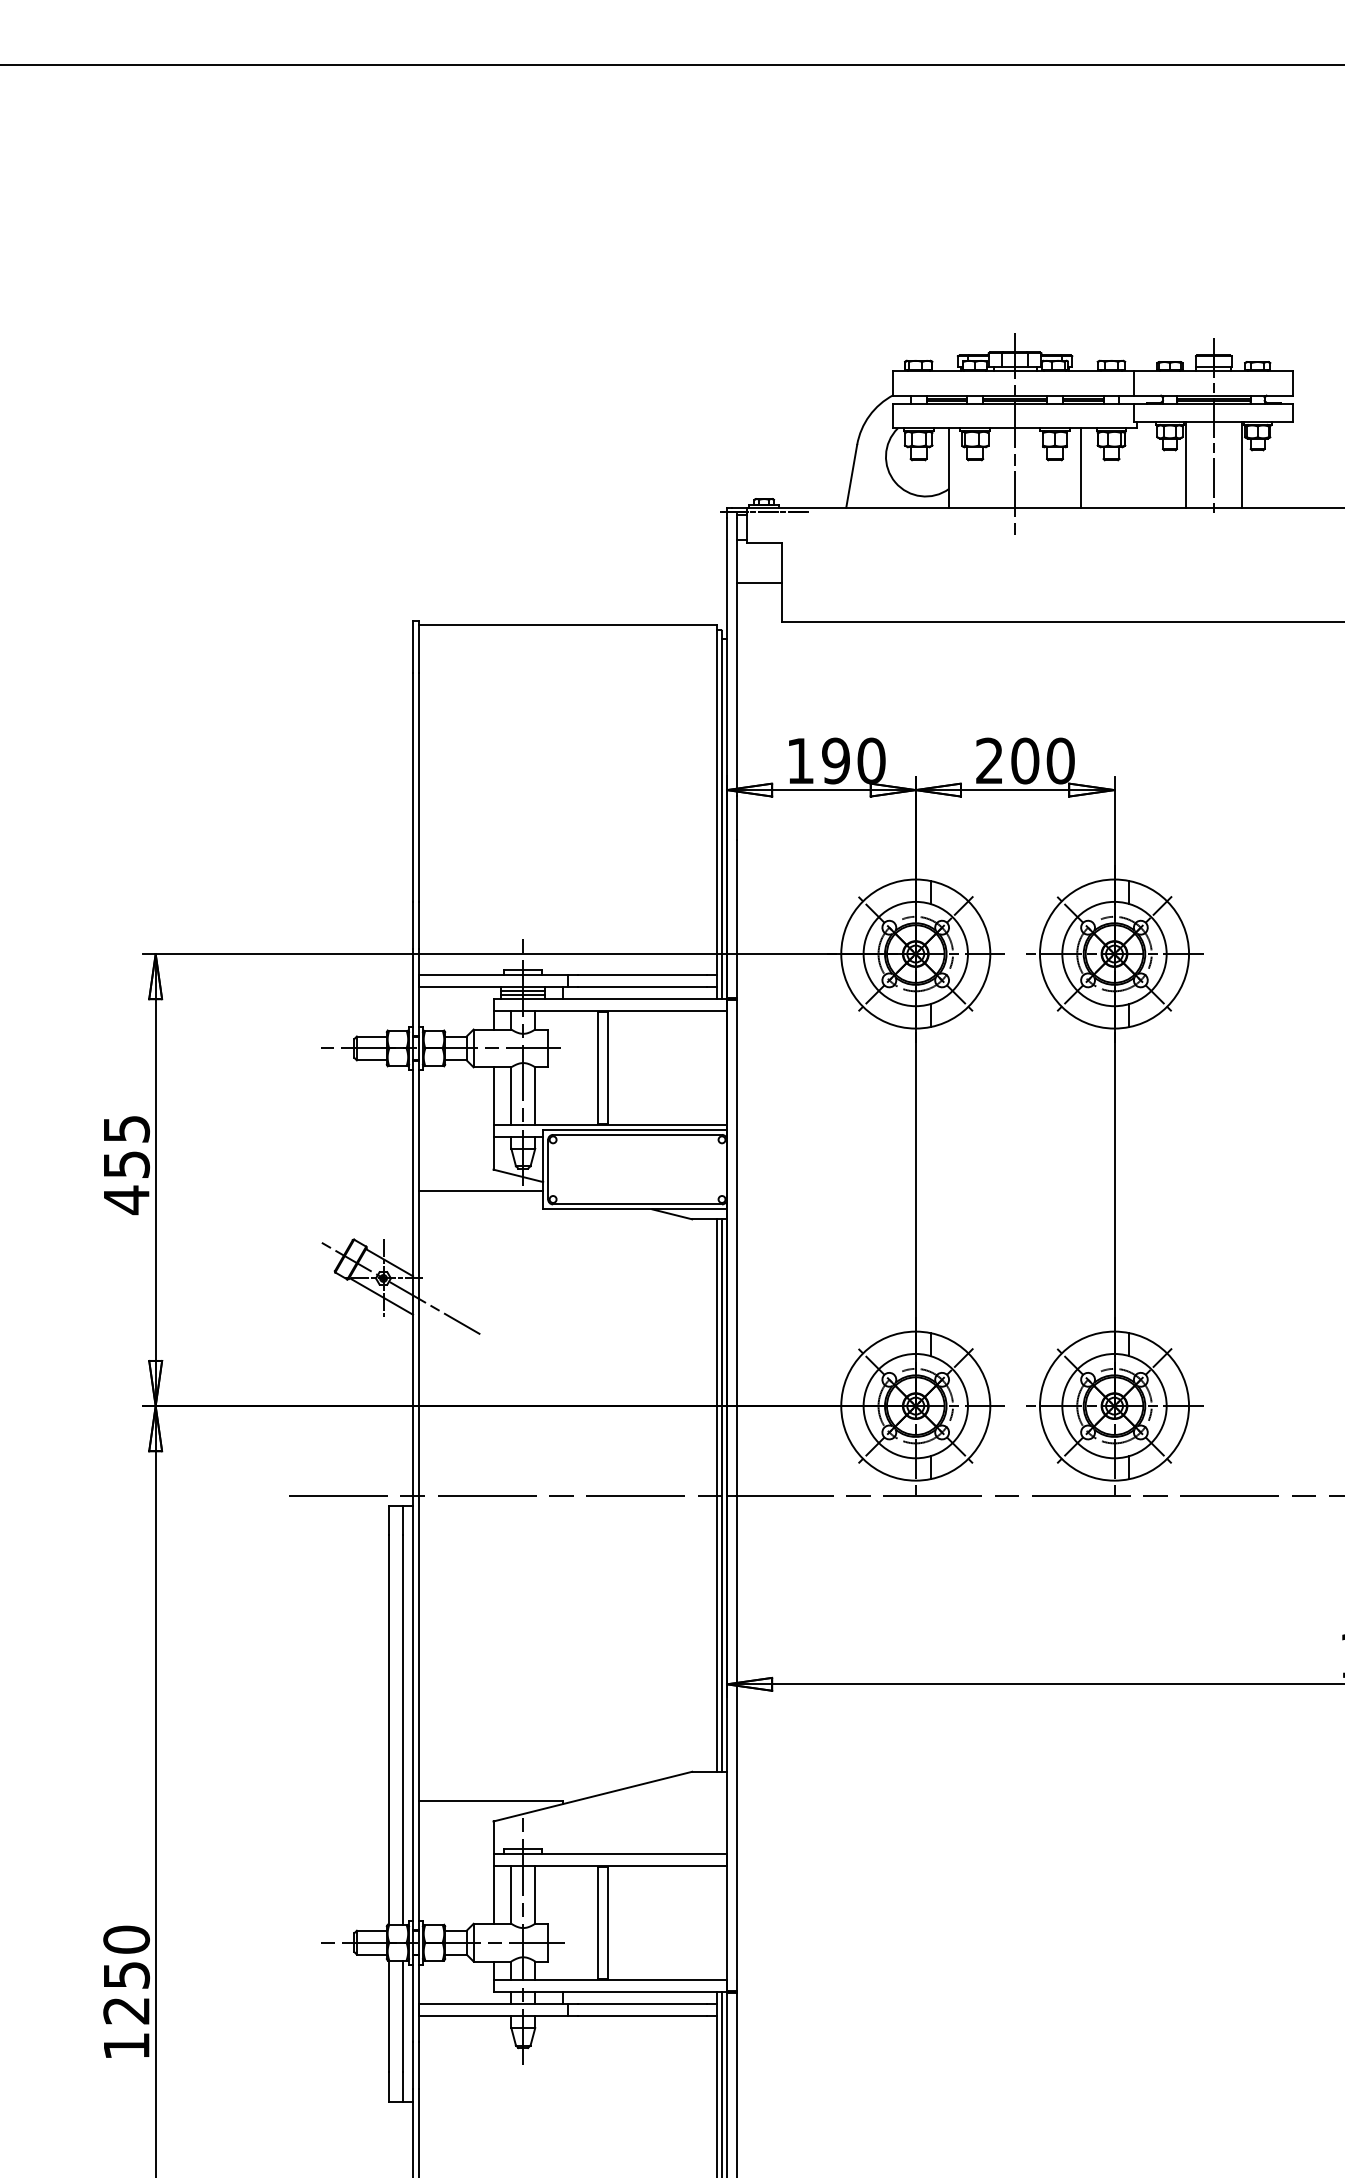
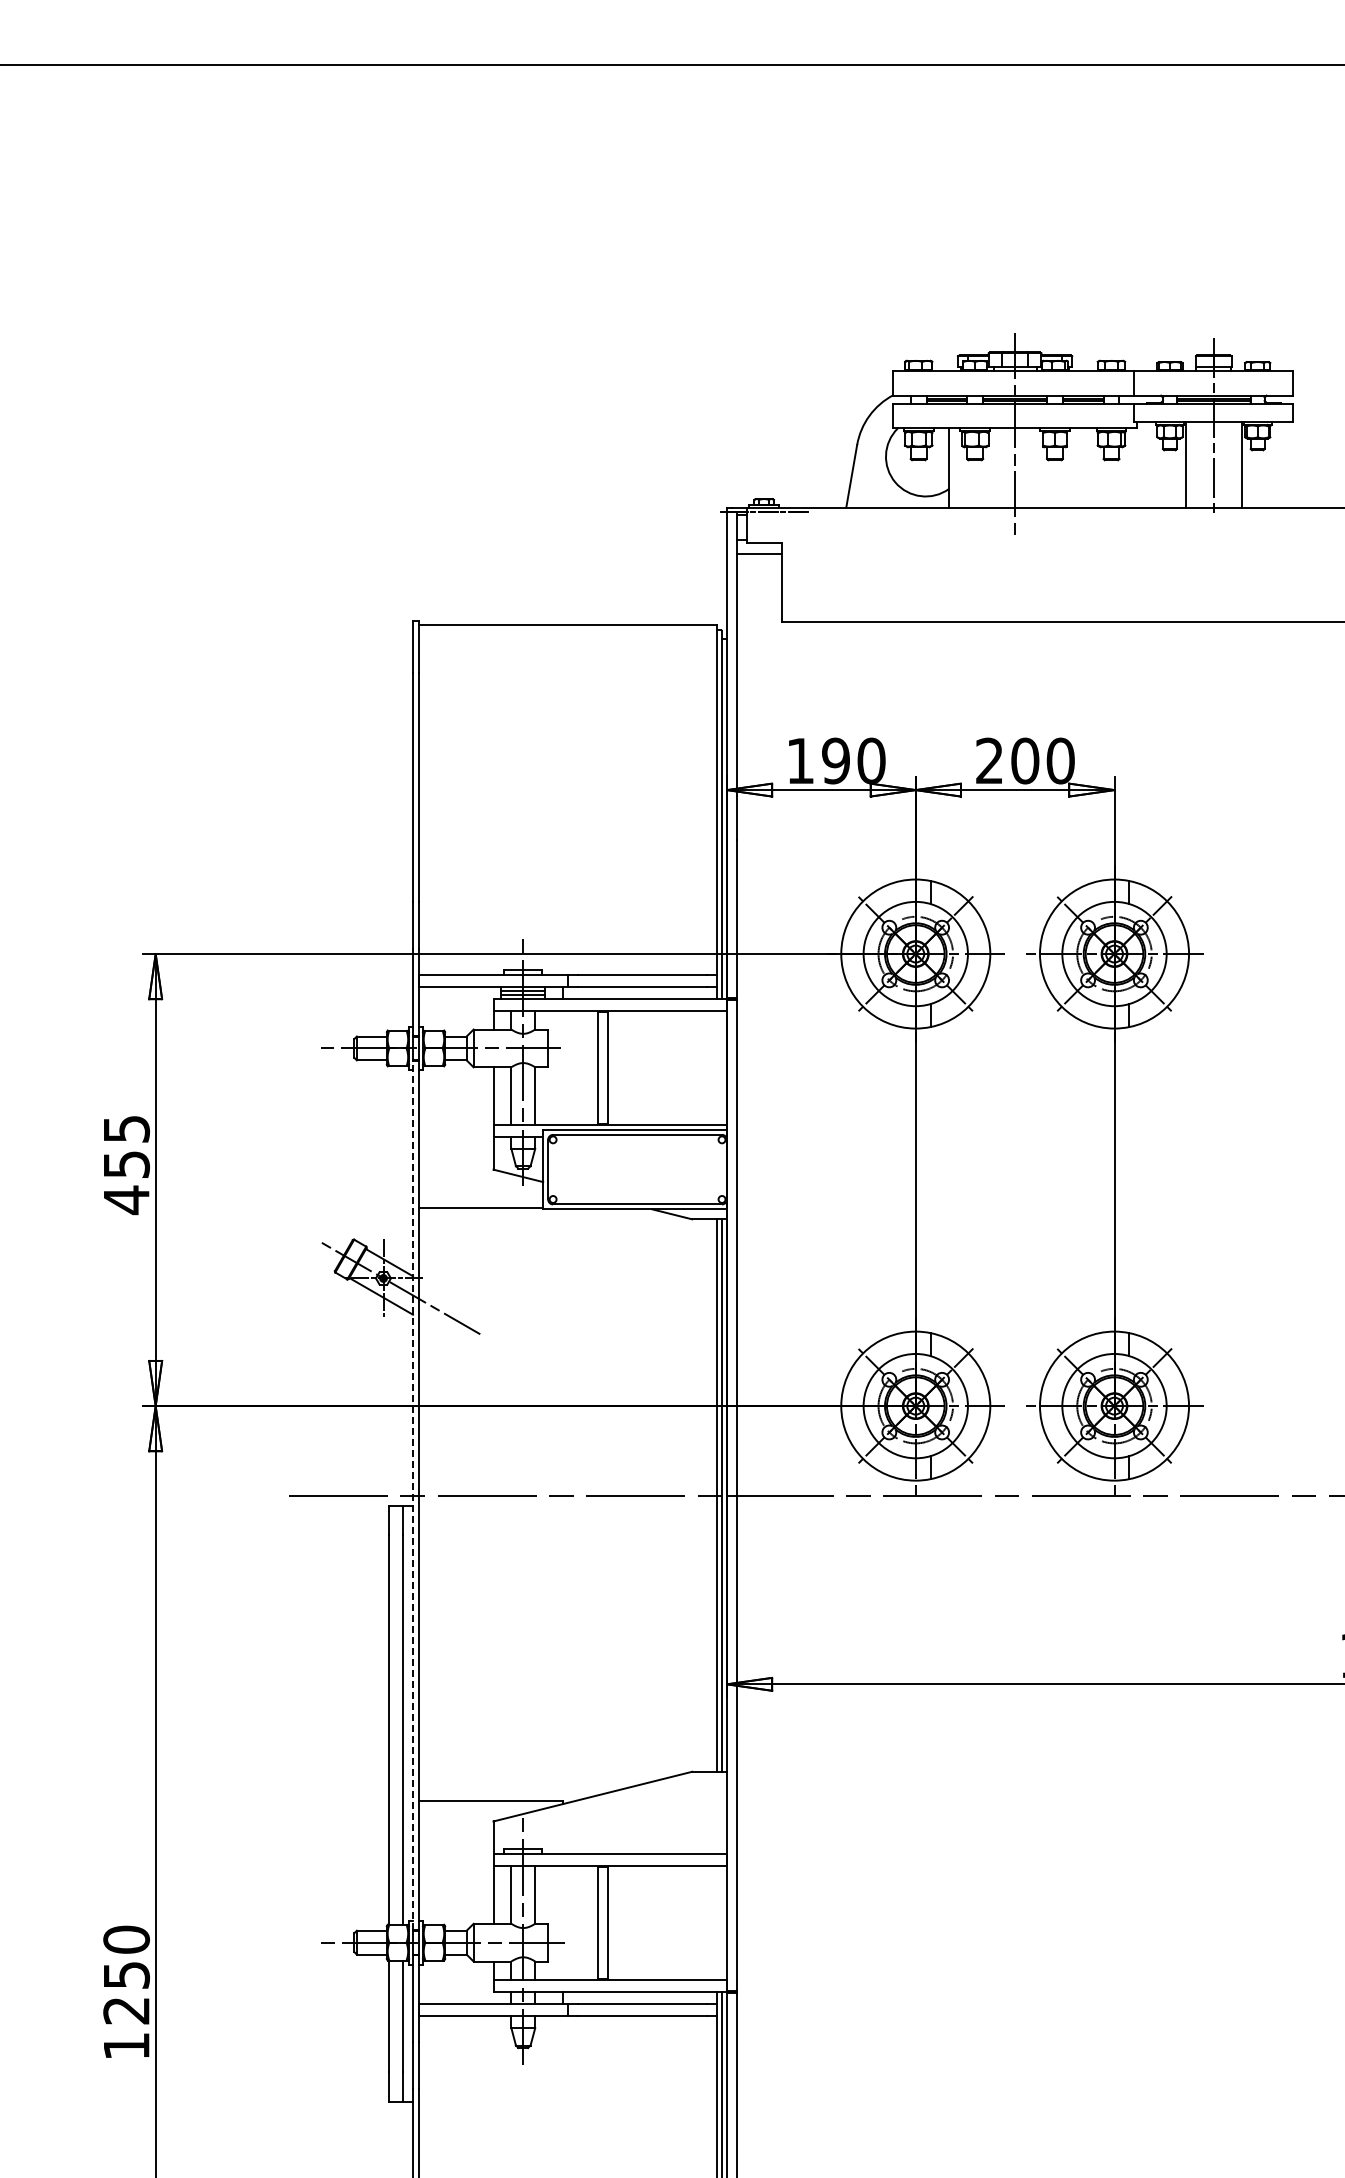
line at (1081, 467): present -> none
line at (758, 582) position: (758, 582) -> (758, 553)
line at (480, 1190) position: (480, 1190) -> (480, 1207)
line at (413, 1495): solid -> dashed
